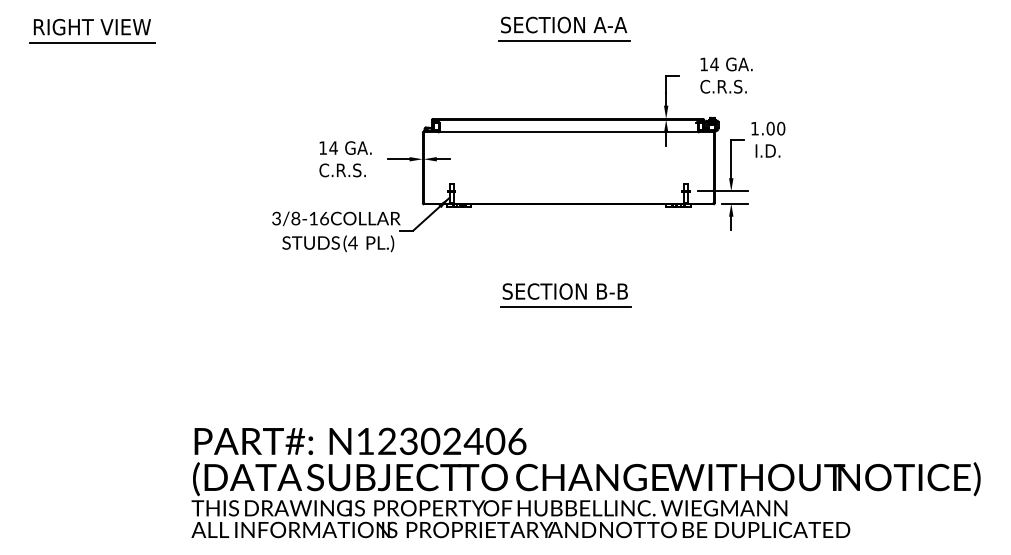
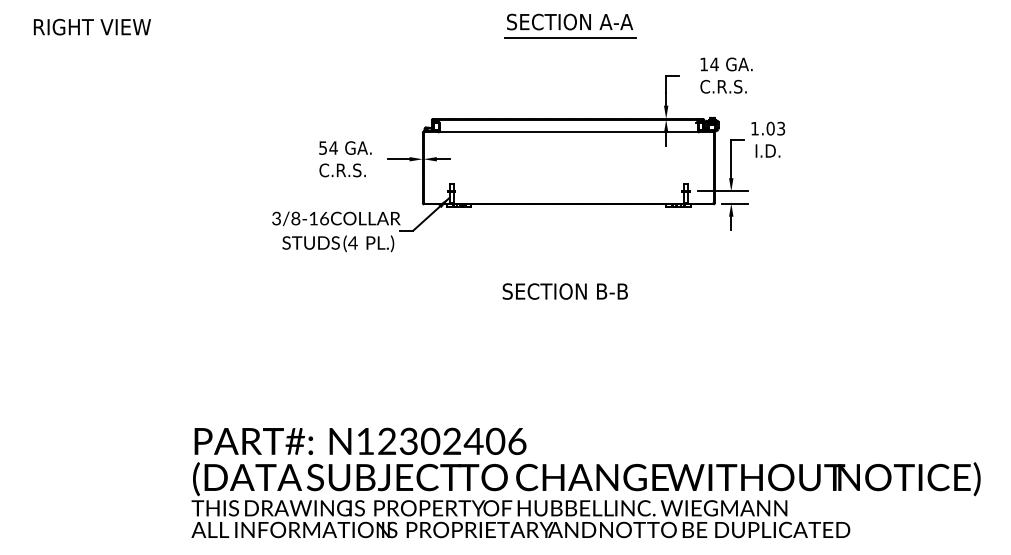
part at (564, 28) position: (564, 28) -> (570, 25)
line at (92, 43): present -> none
text at (781, 128): 1.00 -> 1.03
text at (322, 147): 14 -> 54
line at (565, 307): present -> none
